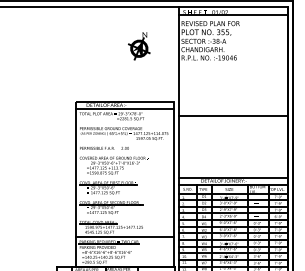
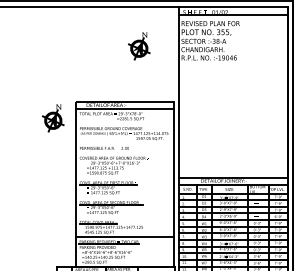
line at (233, 116): present -> none
part at (53, 118): none -> present
